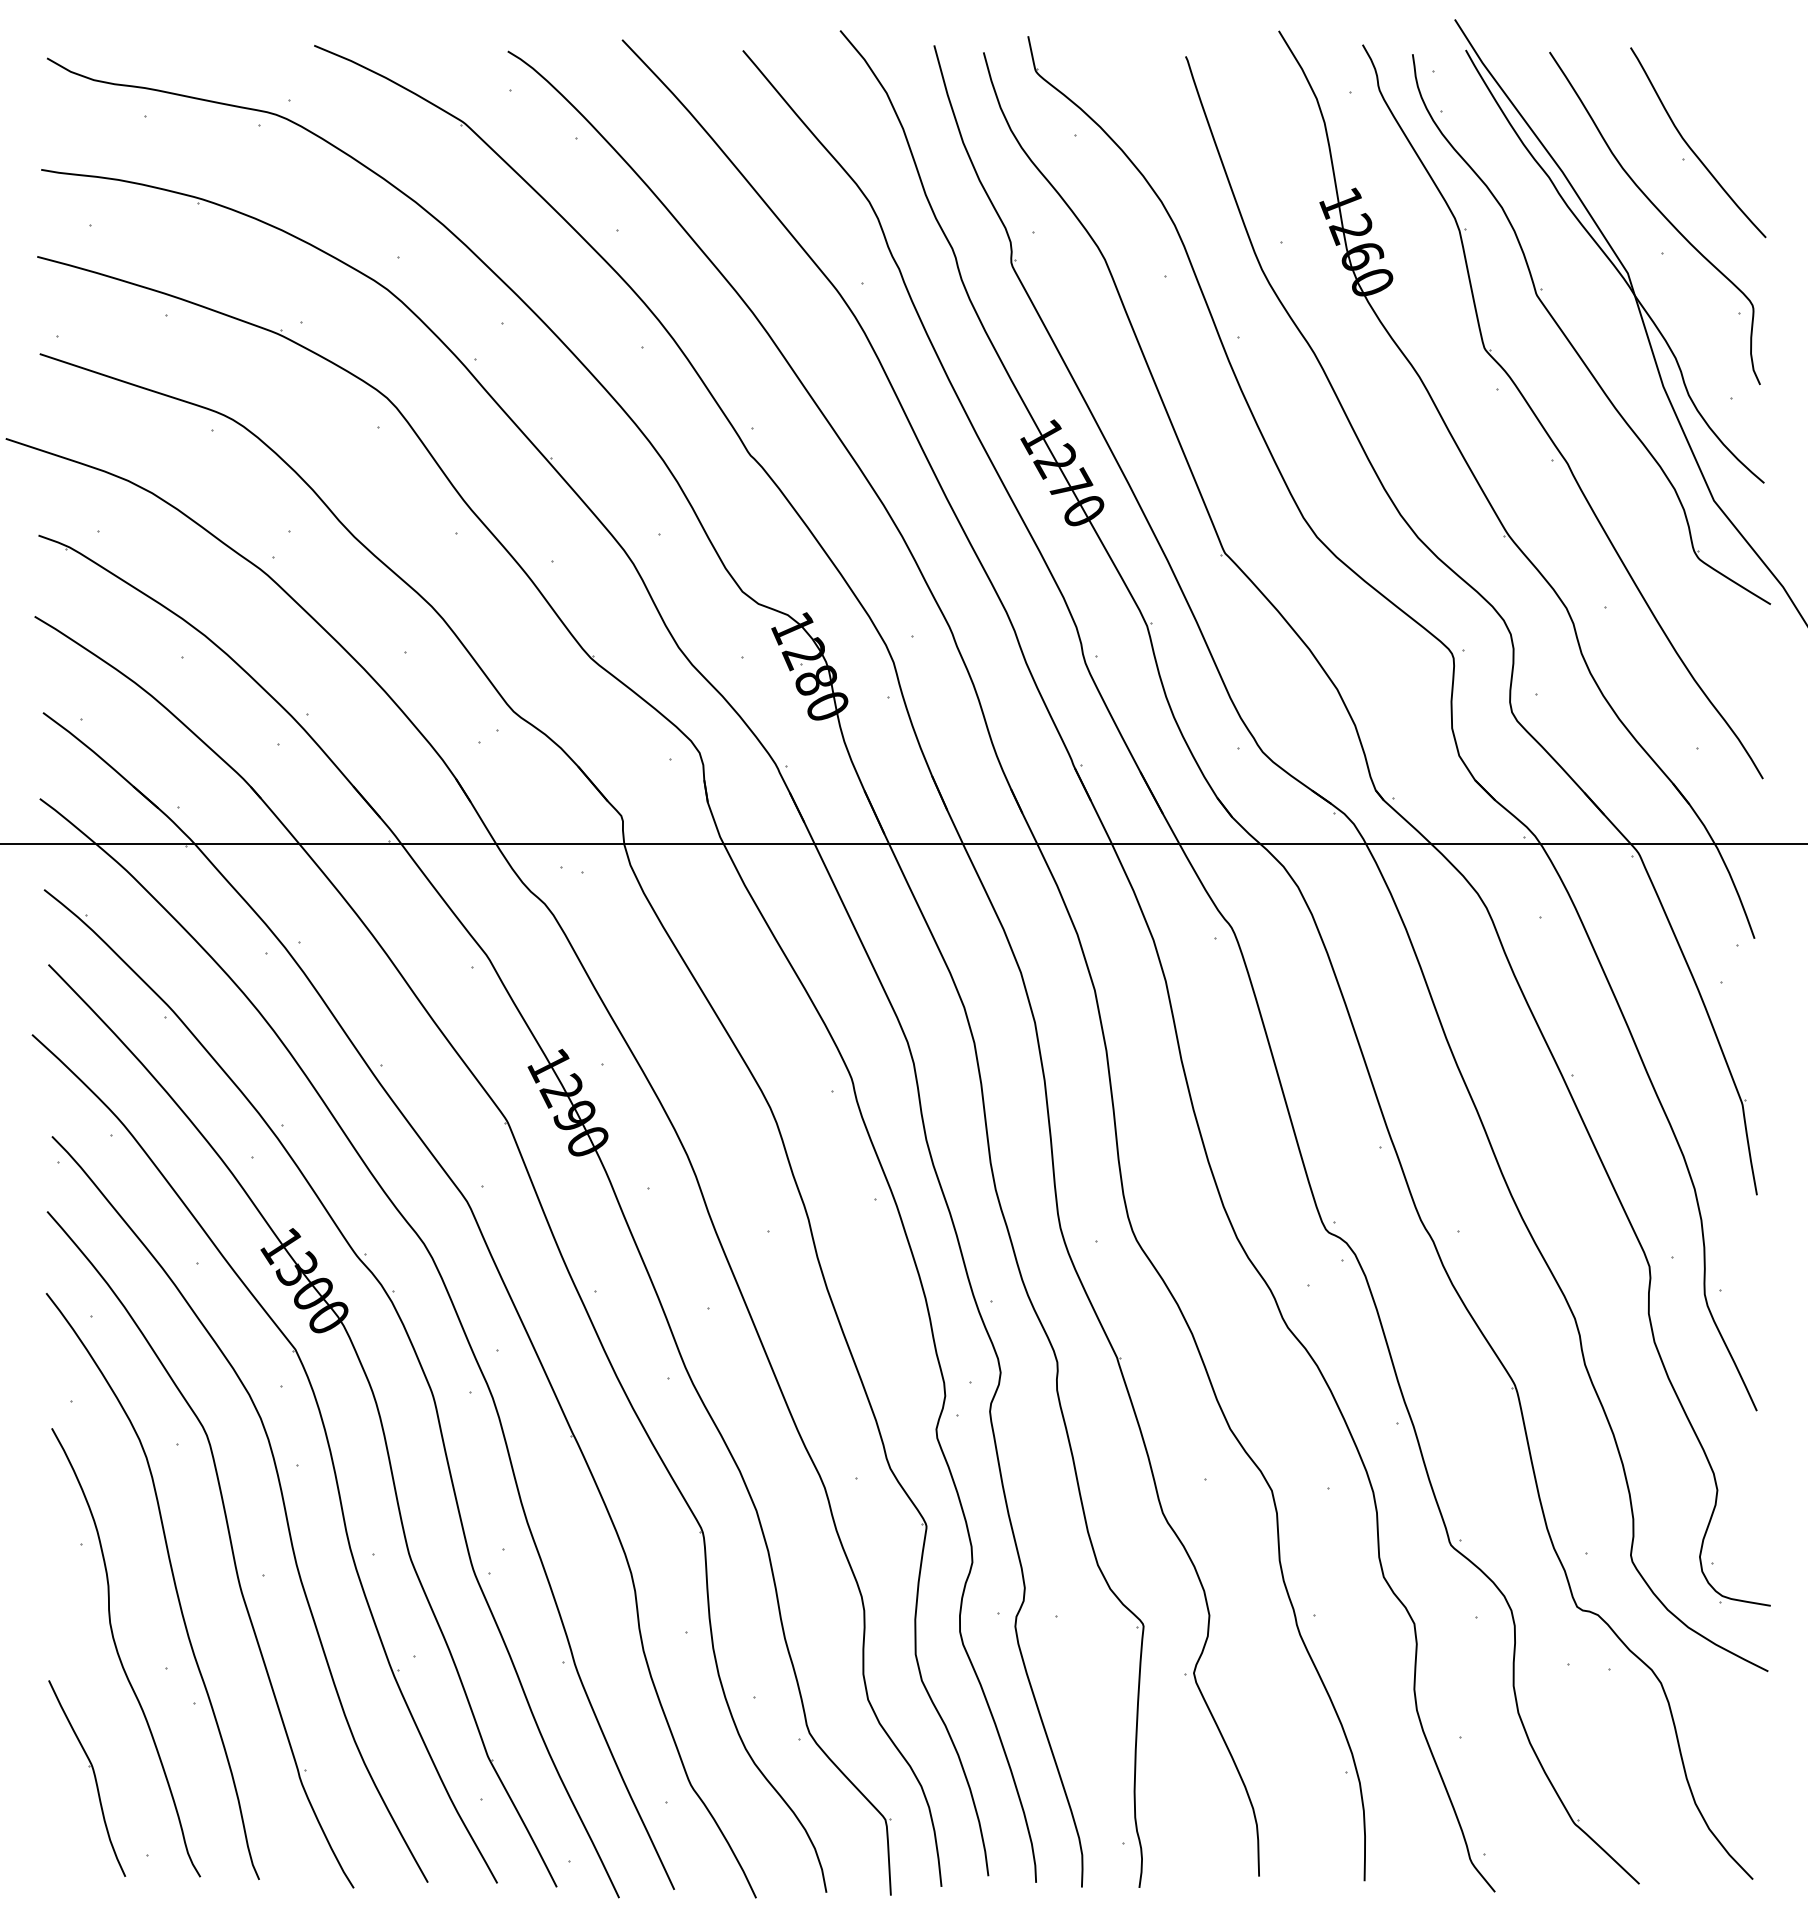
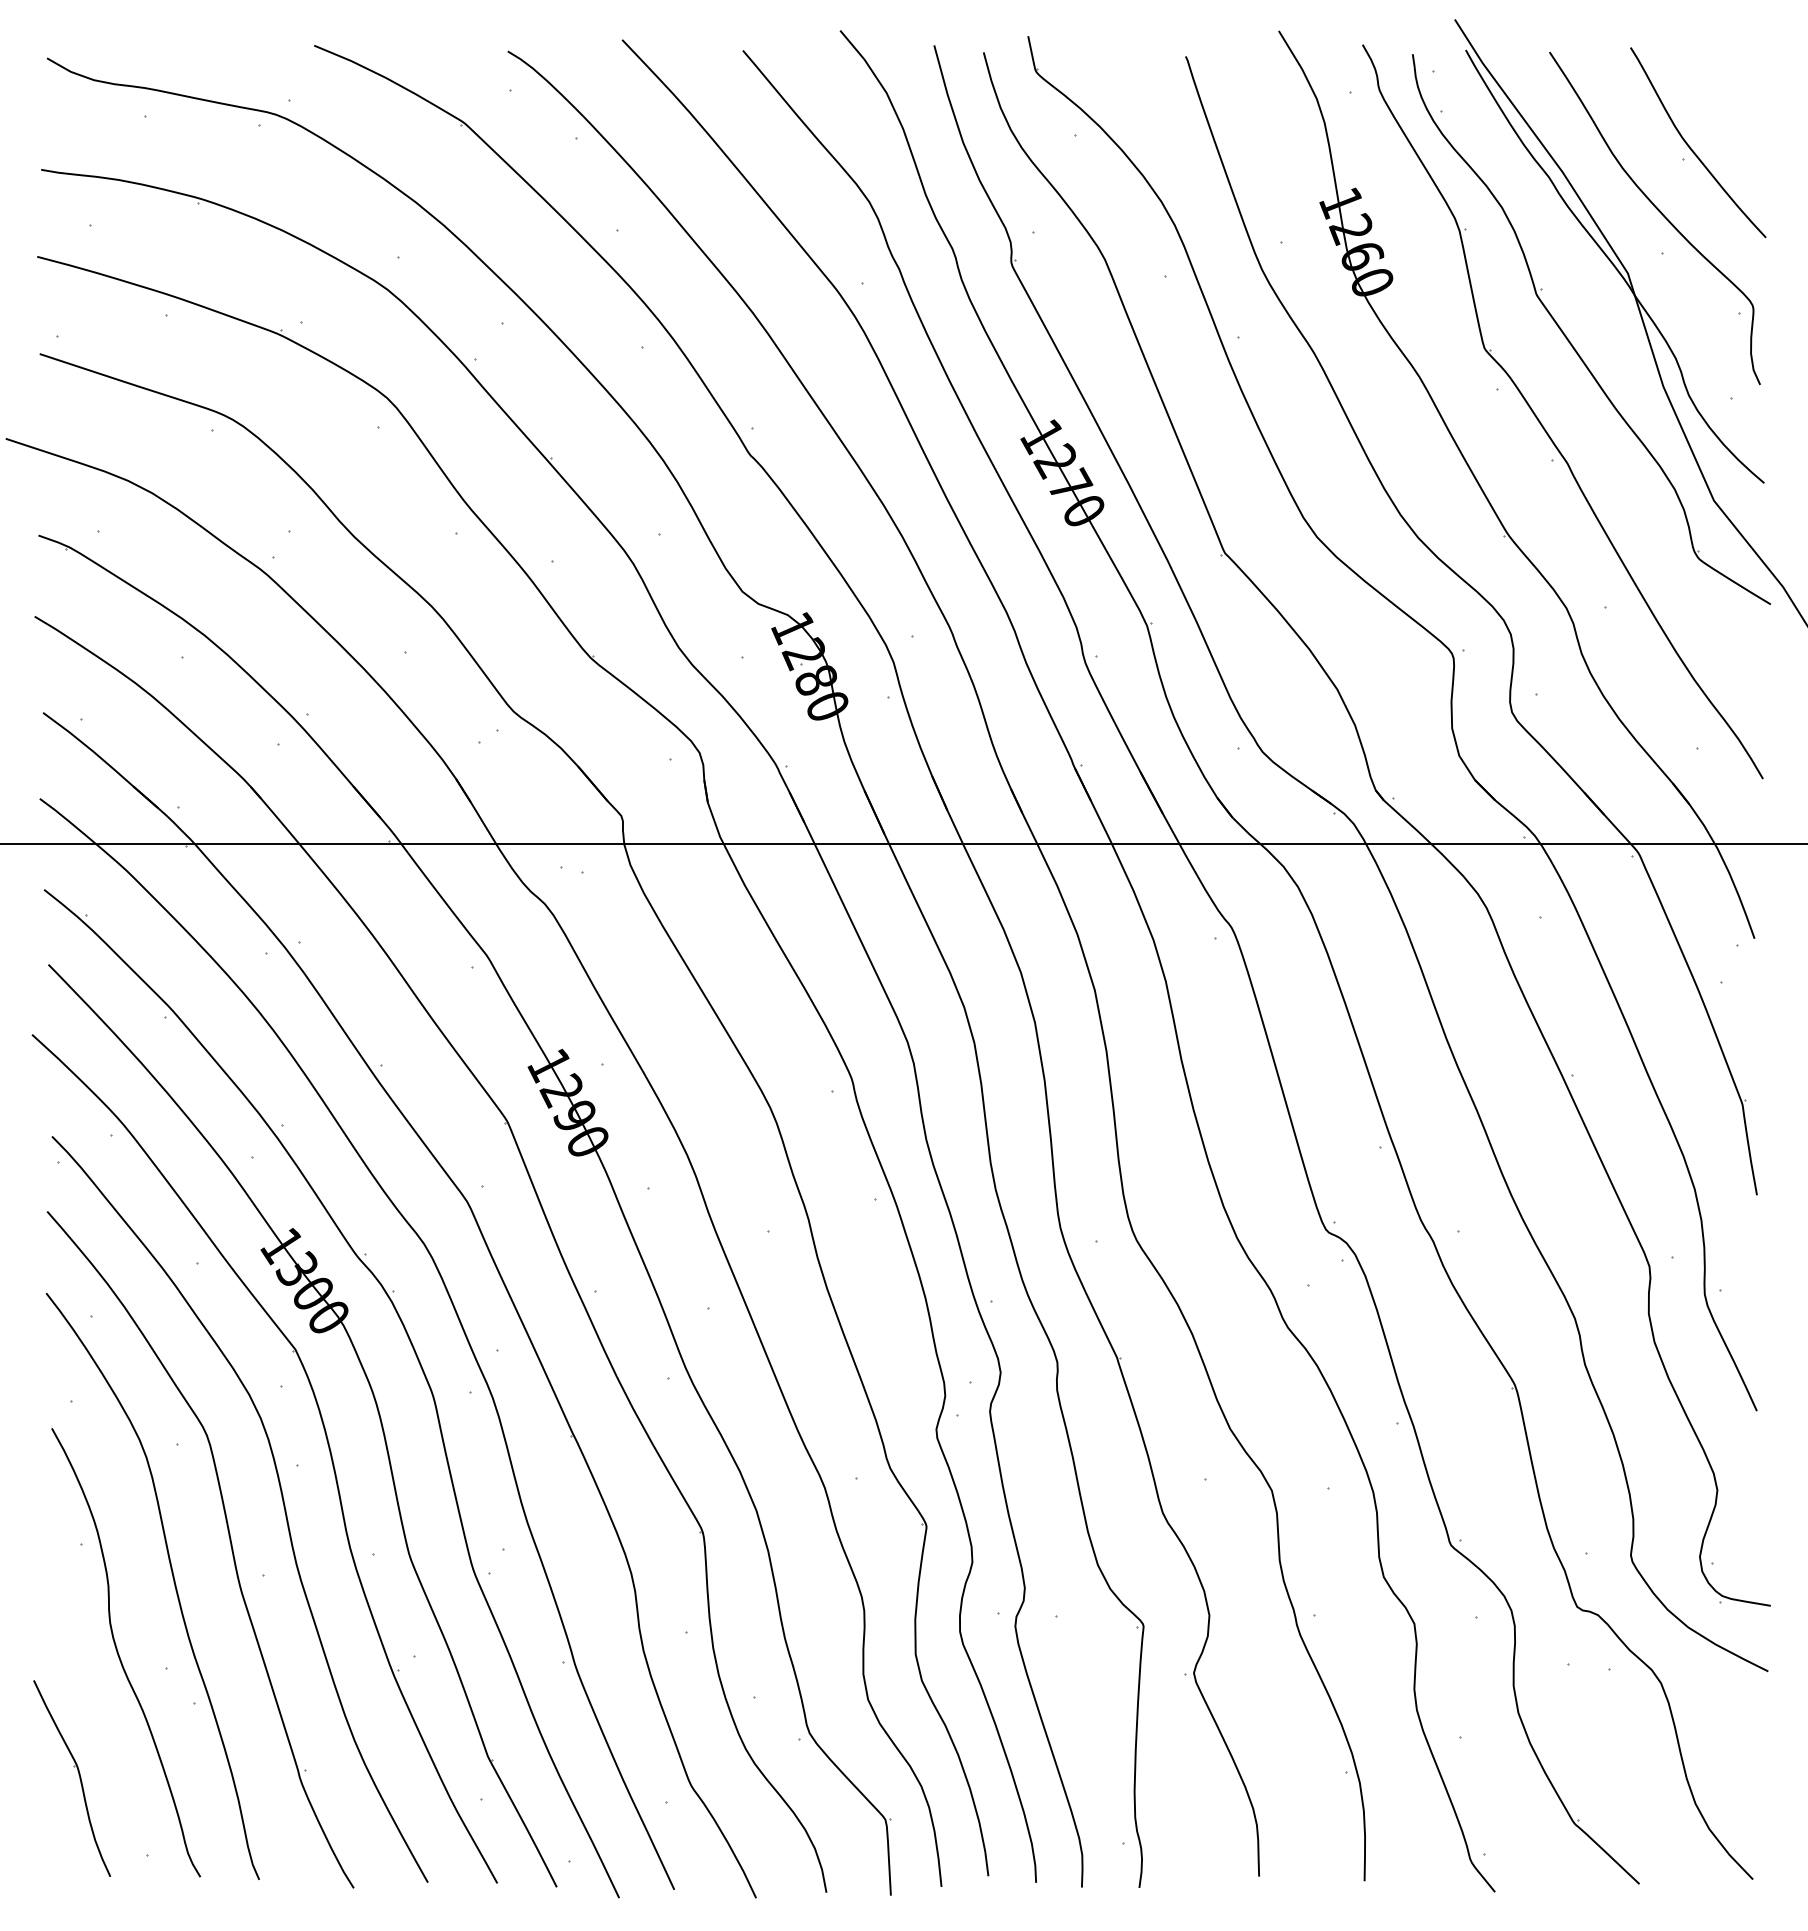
part at (94, 1778) position: (94, 1778) -> (79, 1778)
